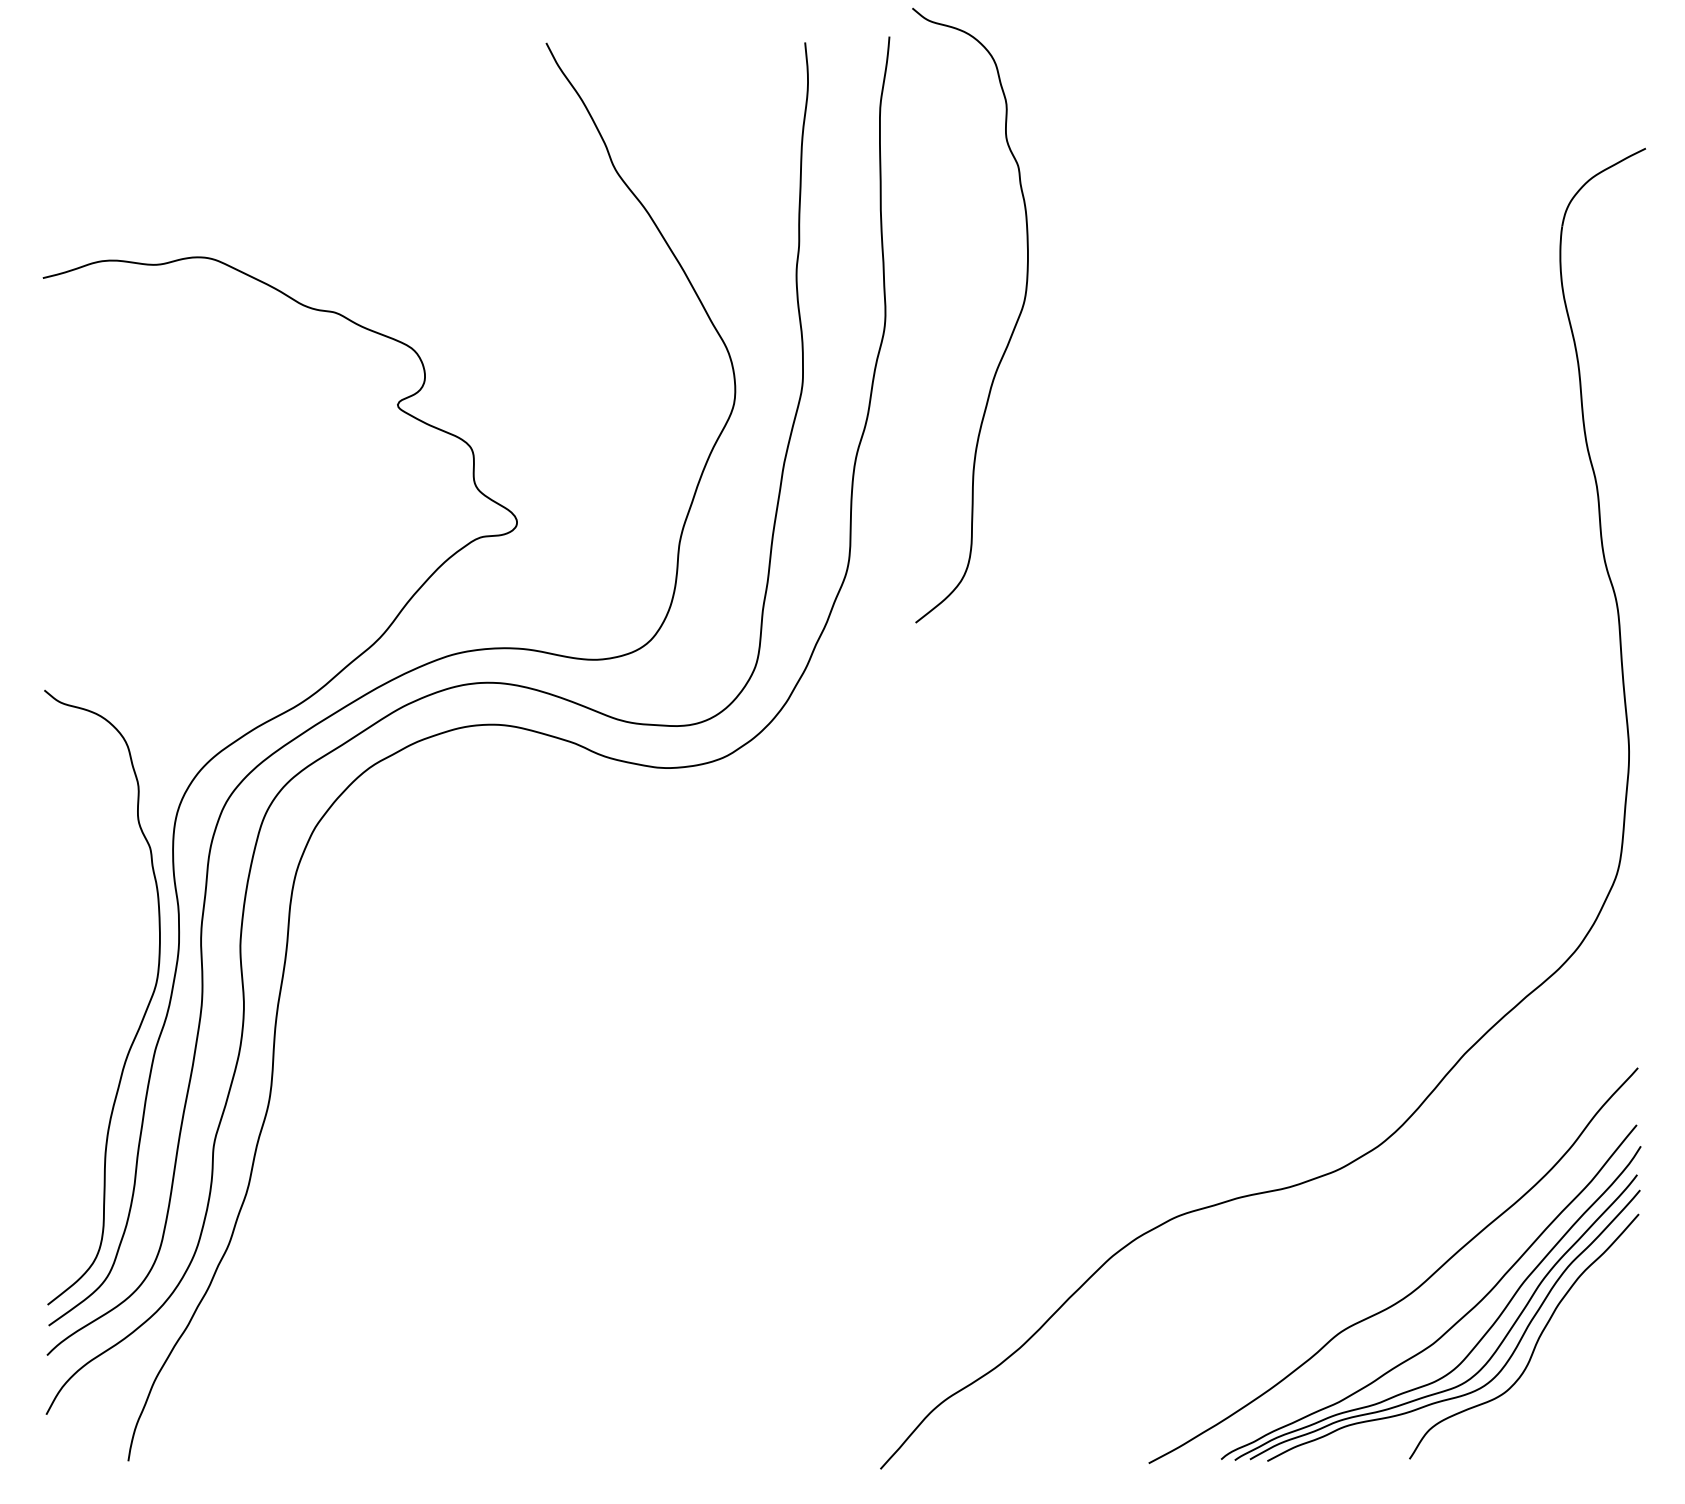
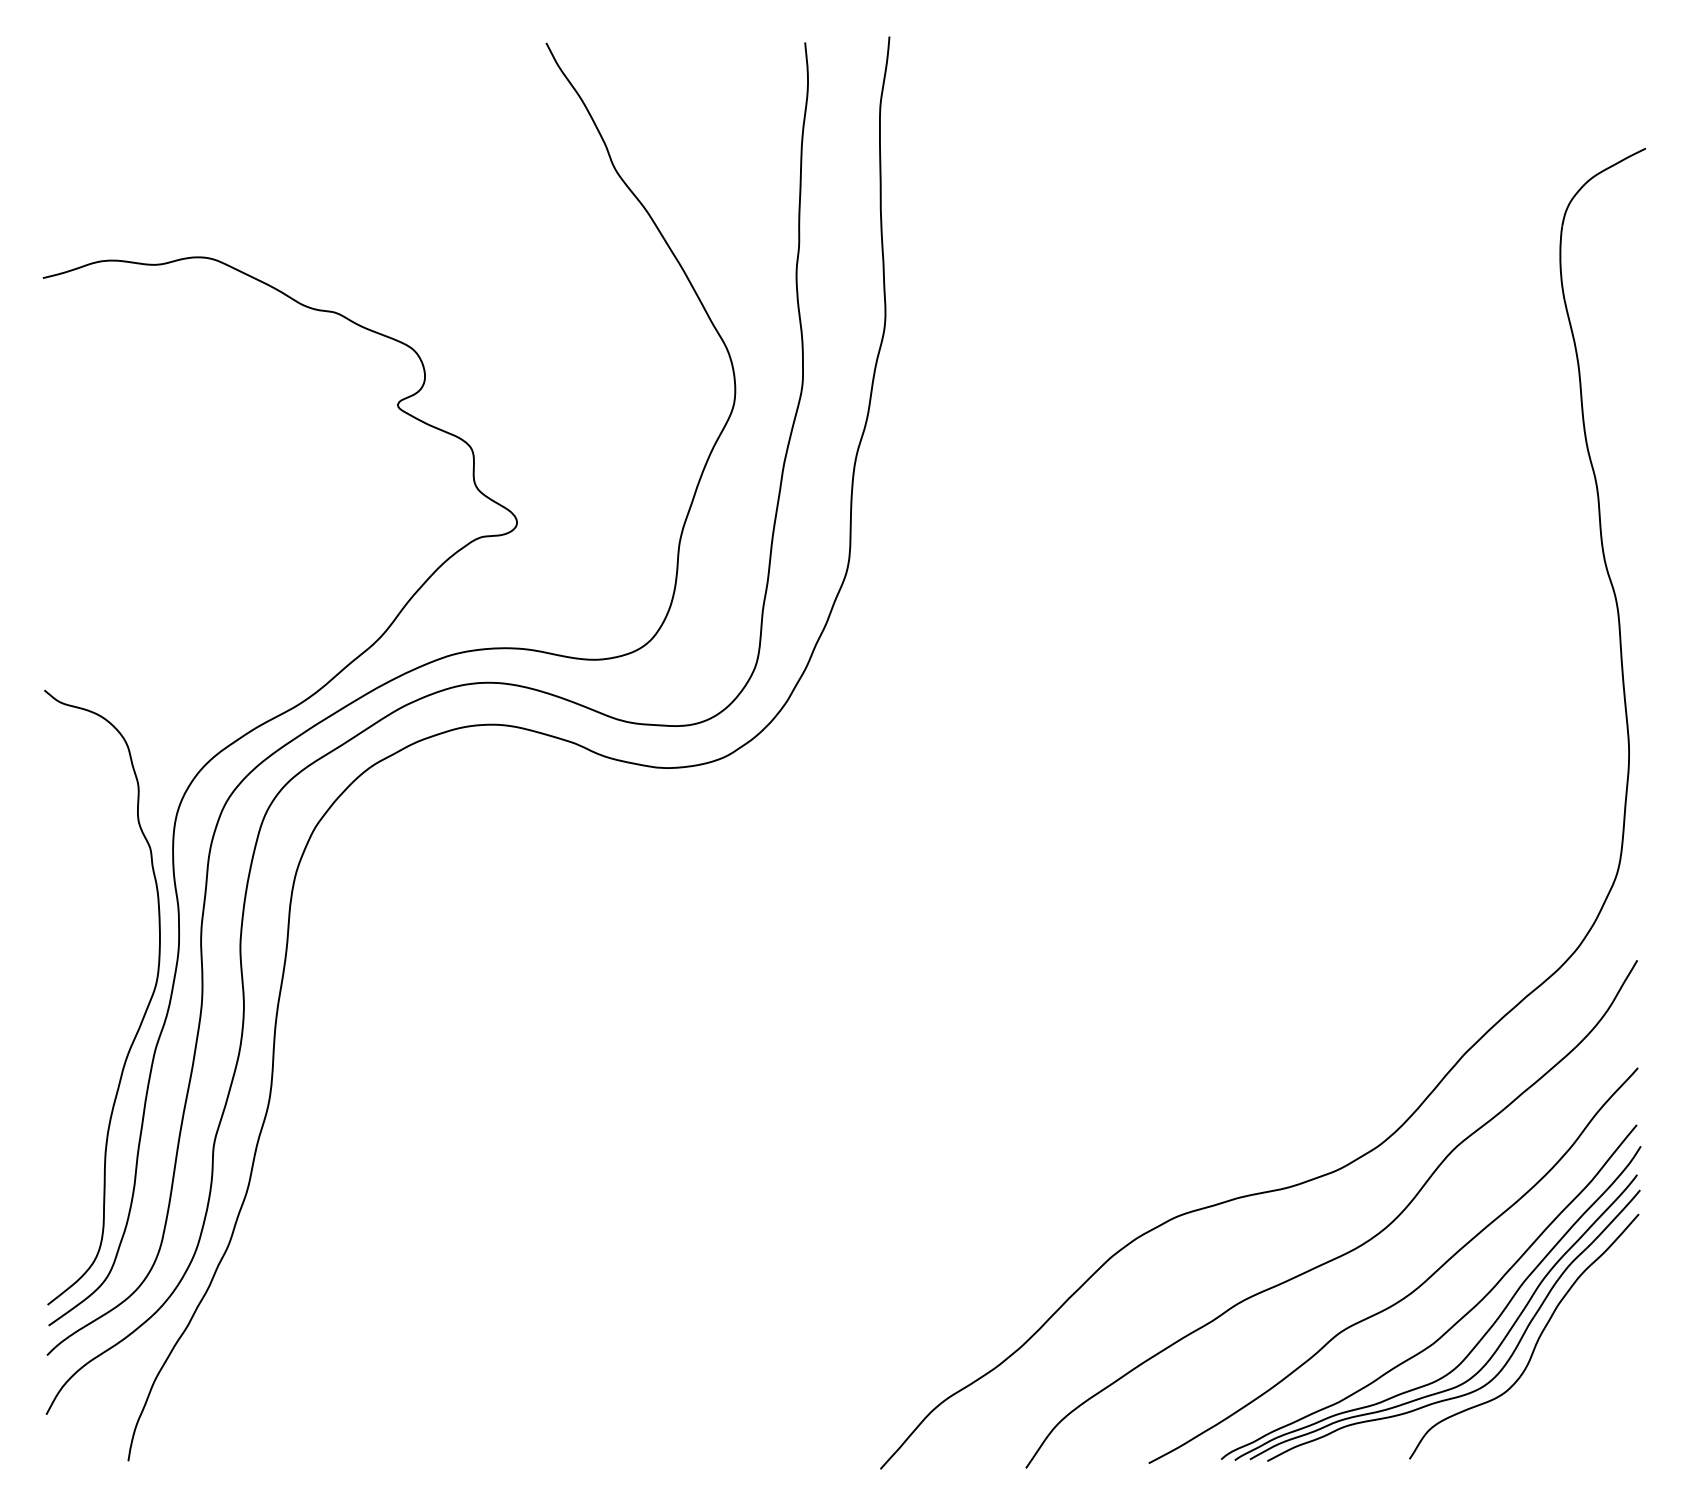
curve at (1011, 332): present -> none
curve at (1349, 1250): none -> present
